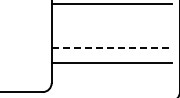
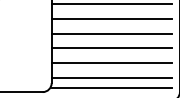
line at (111, 18): none -> present
line at (111, 33): none -> present
line at (112, 48): dashed -> solid
line at (111, 78): none -> present
line at (111, 87): none -> present
